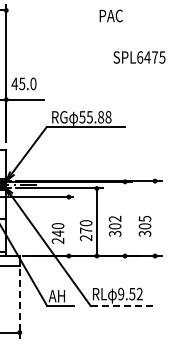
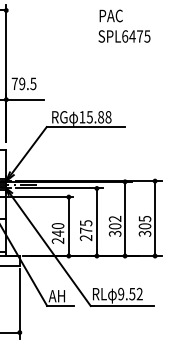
text at (139, 57) position: (139, 57) -> (124, 36)
text at (23, 83): 45.0 -> 79.5
text at (82, 117): 55.88 -> 15.88
line at (125, 218): none -> present
line at (155, 218): none -> present
text at (85, 223): 270 -> 275
line at (68, 226): none -> present
line at (19, 304): dashed -> solid
line at (122, 305): dashed -> solid
